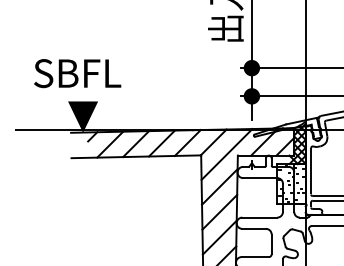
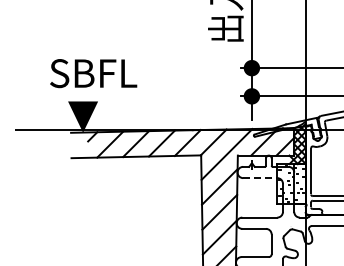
text at (77, 73) position: (77, 73) -> (93, 73)
line at (260, 178): solid -> dashed
